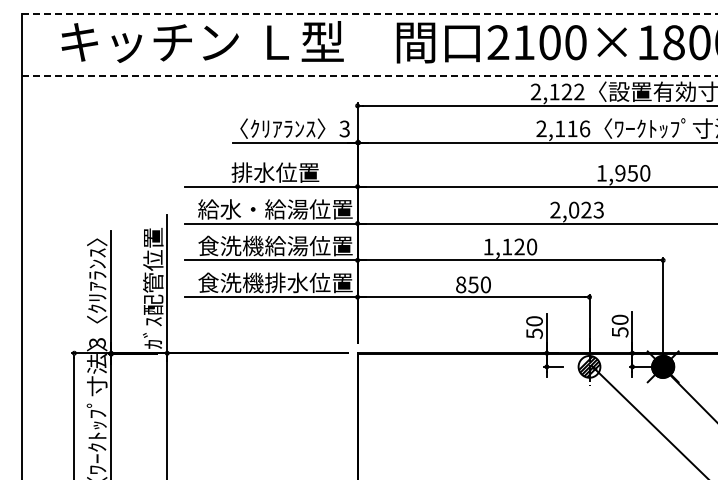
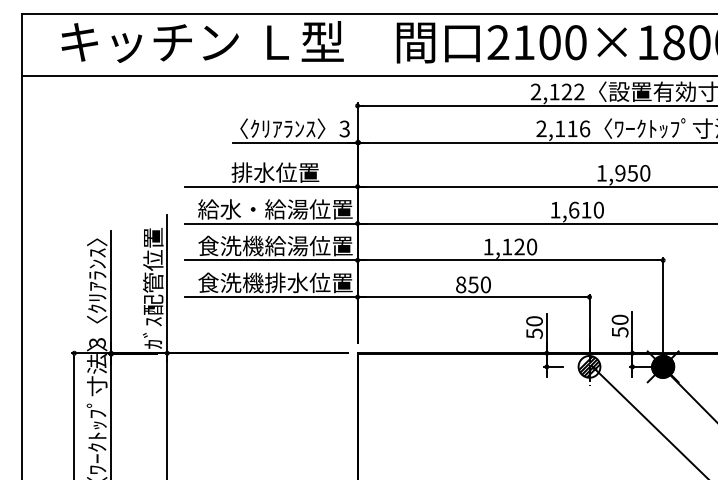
line at (369, 14): dashed -> solid
line at (369, 76): dashed -> solid
text at (576, 209): 2,023 -> 1,610
